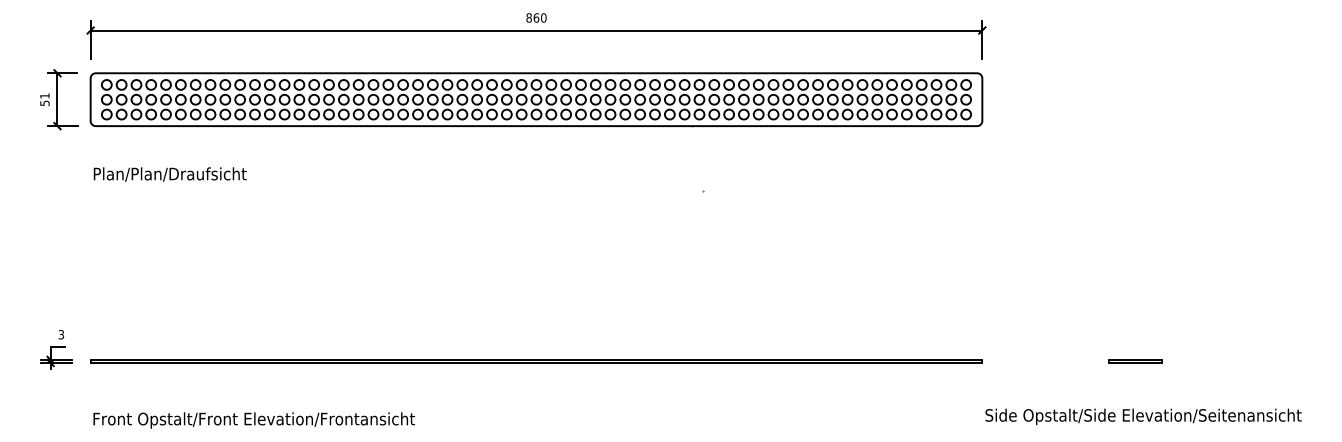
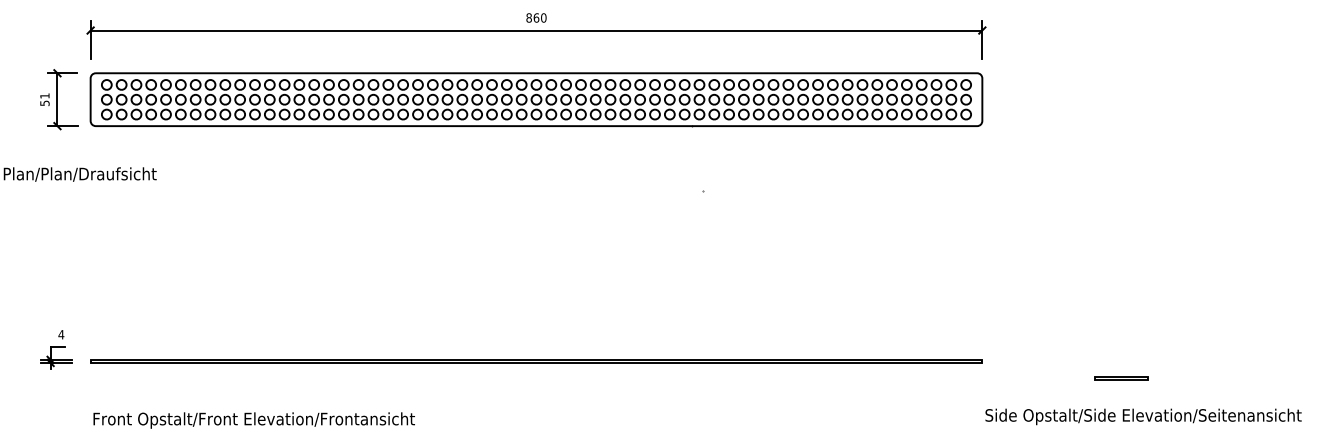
text at (169, 174) position: (169, 174) -> (79, 174)
text at (61, 334): 3 -> 4
line at (1135, 360) position: (1135, 360) -> (1121, 377)
